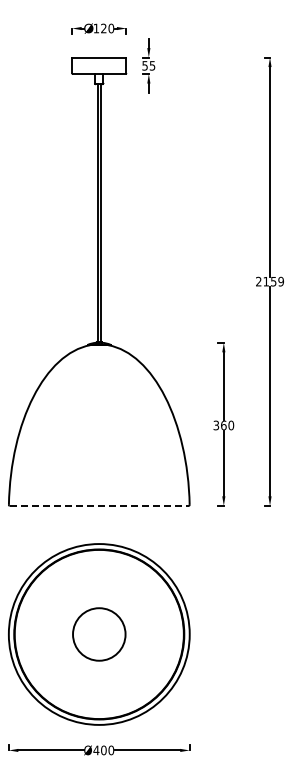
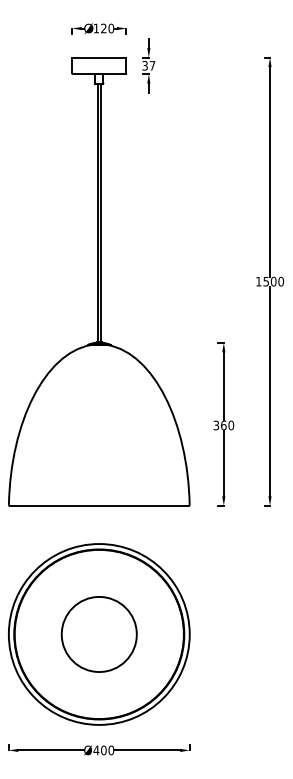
text at (148, 65): 55 -> 37
text at (269, 281): 2159 -> 1500
line at (99, 505): dashed -> solid
circle at (99, 634) diameter: 53 px -> 75 px
